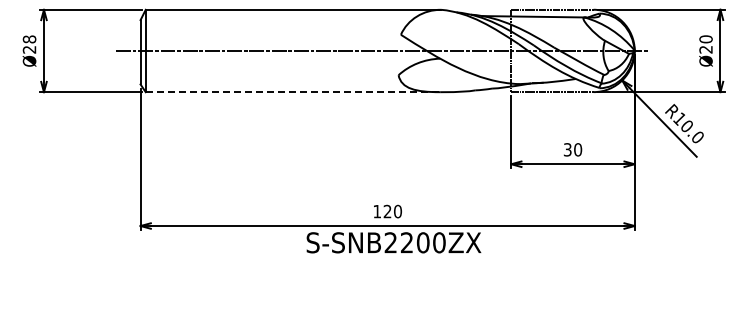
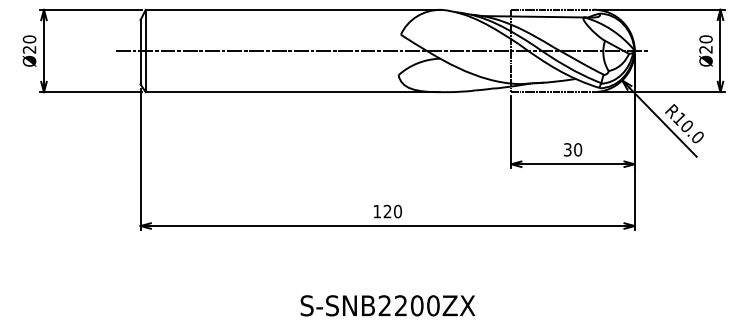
text at (29, 39): Ø28 -> Ø20
line at (293, 92): dashed -> solid
text at (393, 242) position: (393, 242) -> (387, 305)
